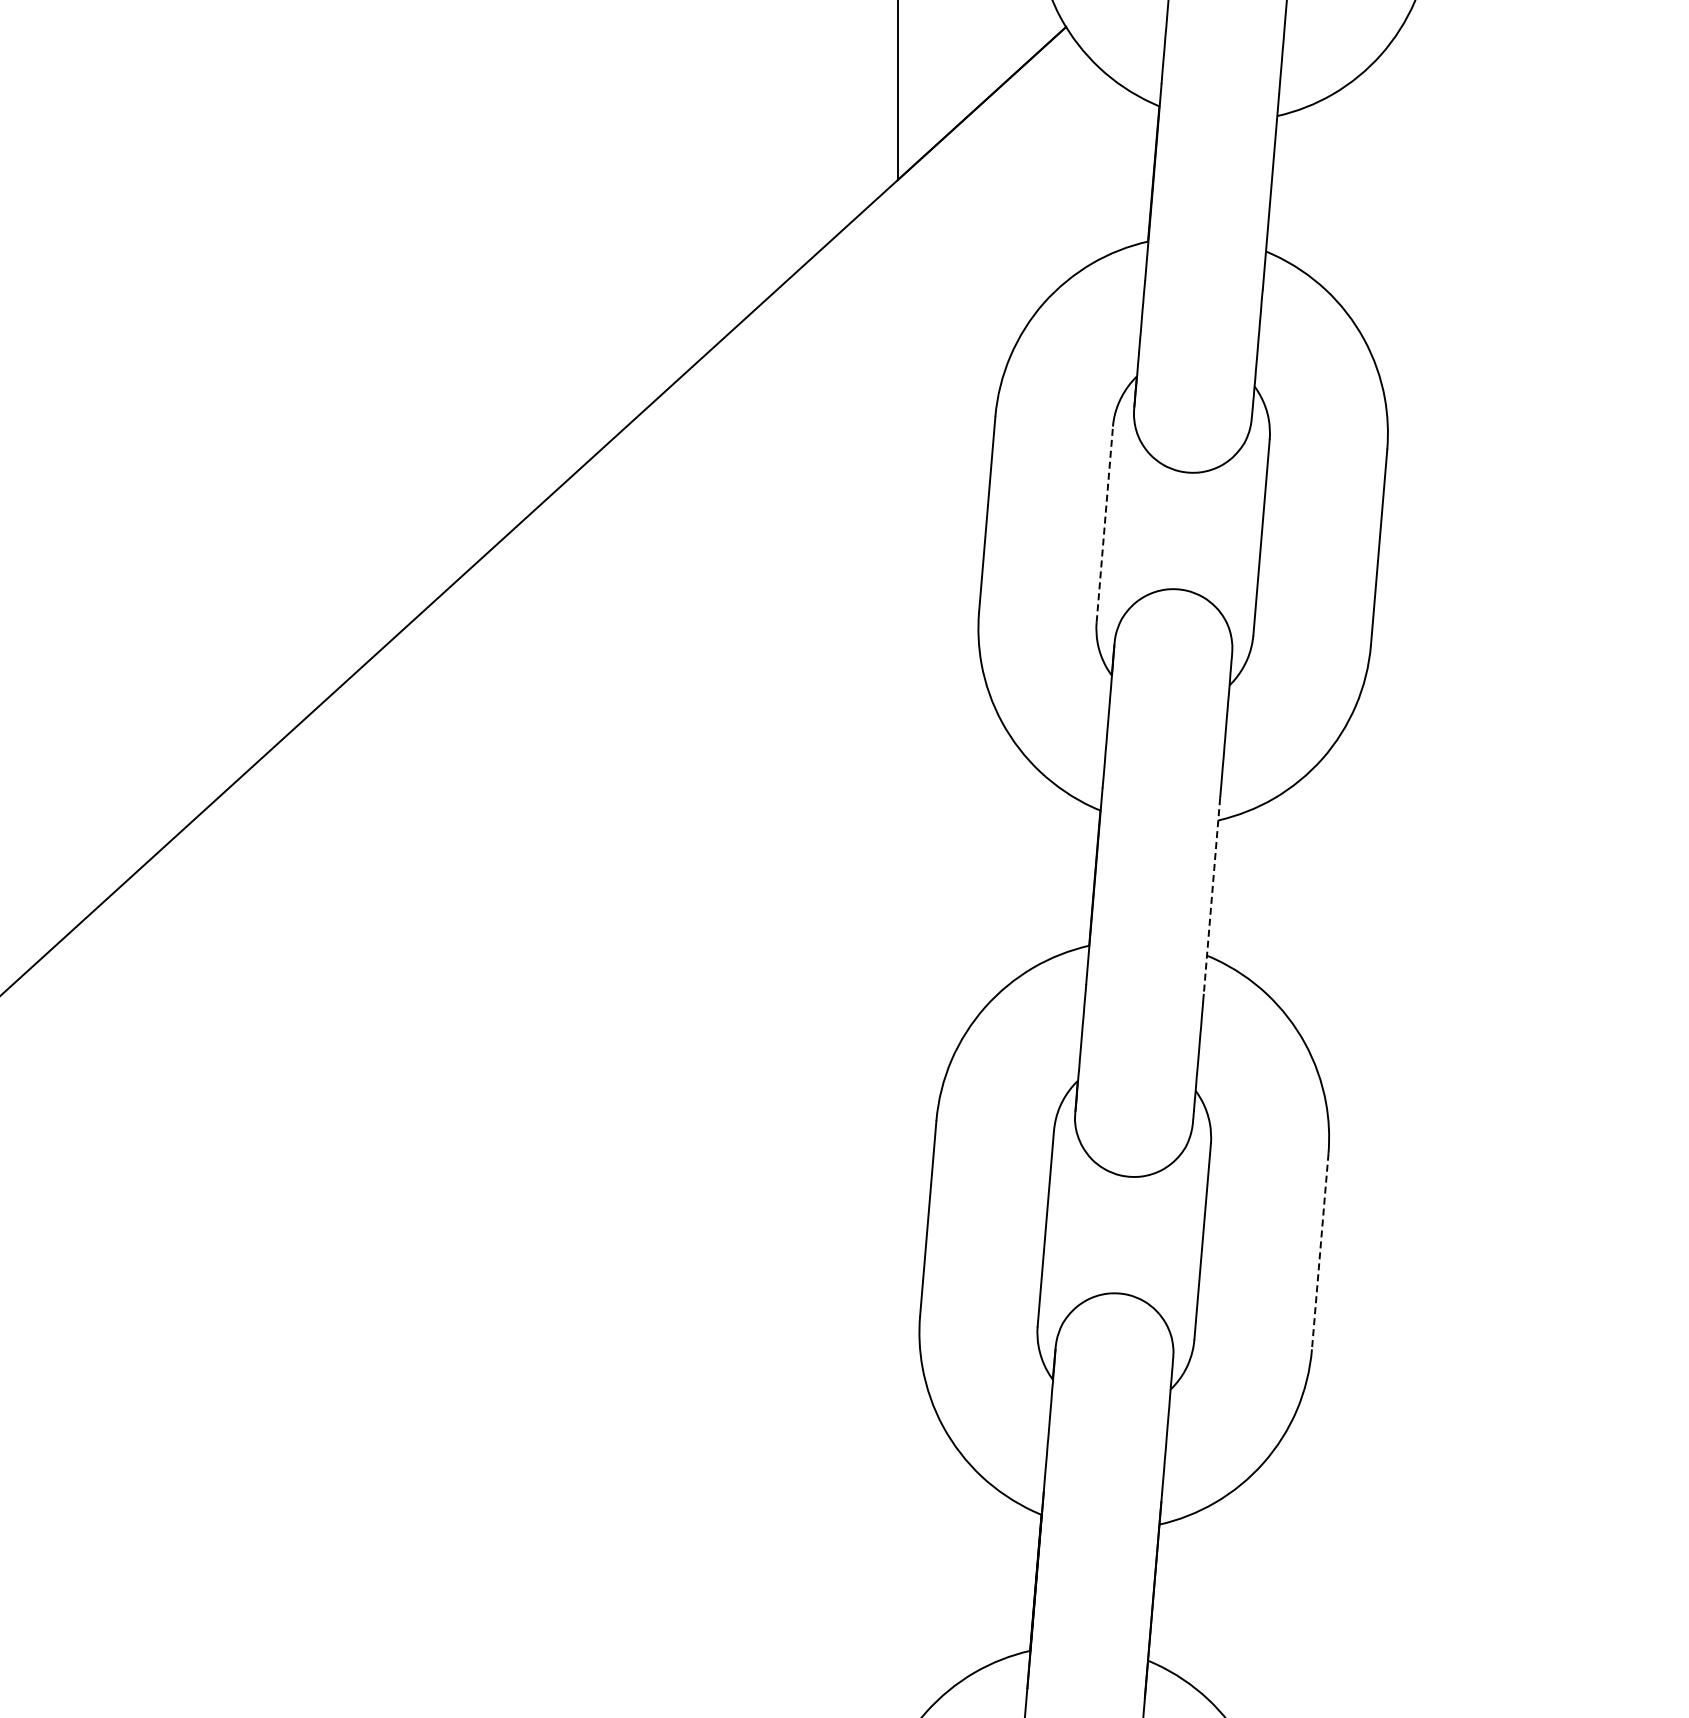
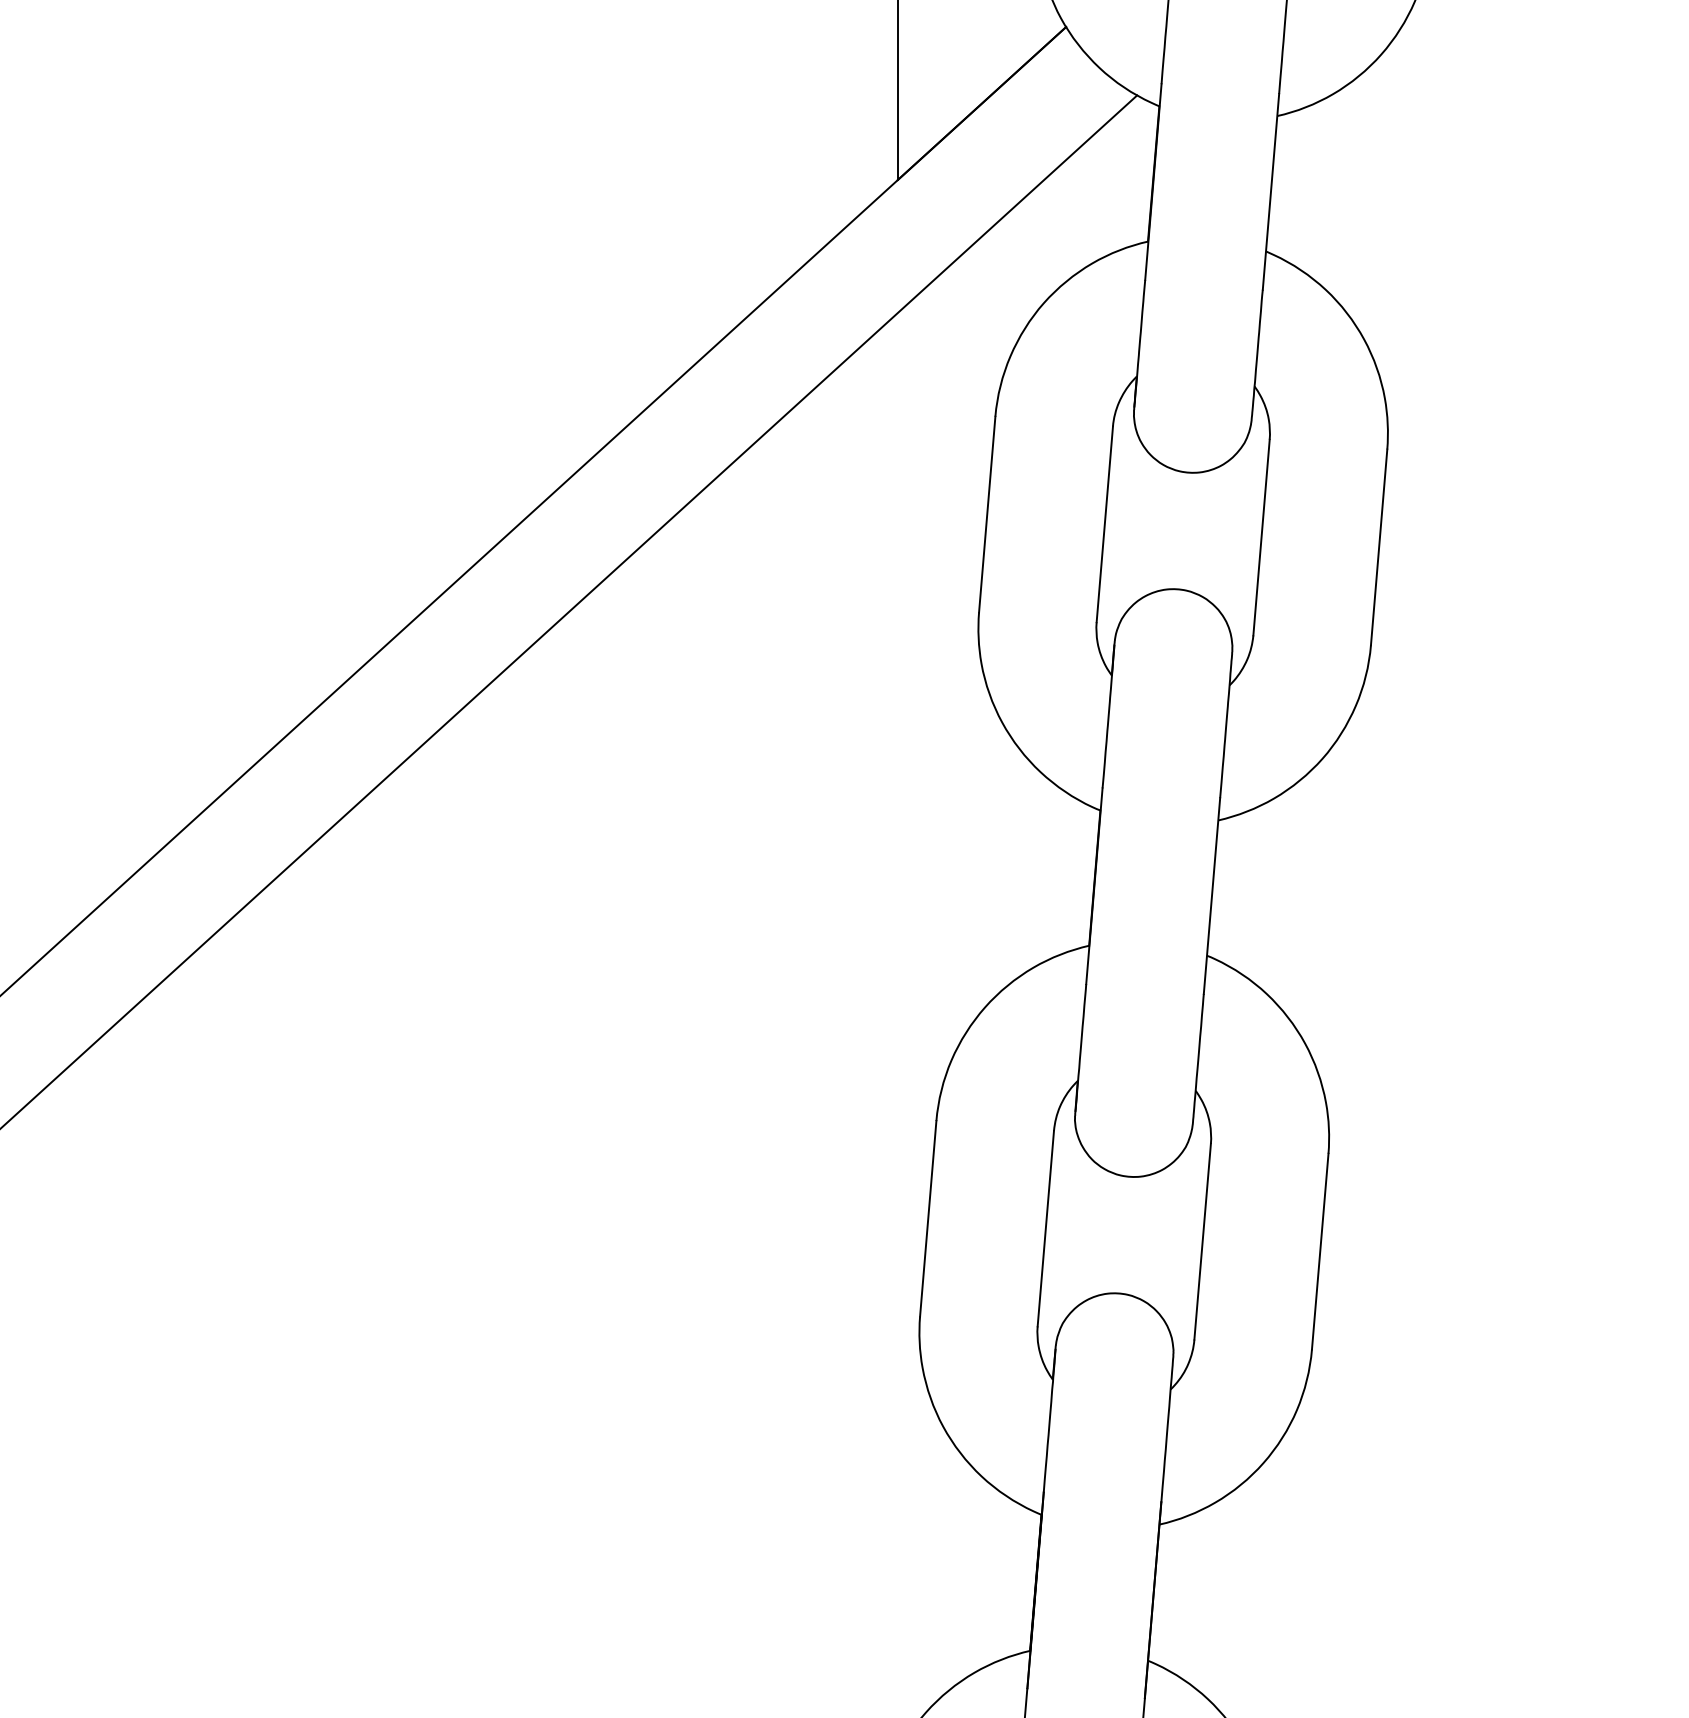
line at (1104, 523): dashed -> solid
line at (569, 611): none -> present
line at (1211, 896): dashed -> solid
line at (1320, 1252): dashed -> solid
